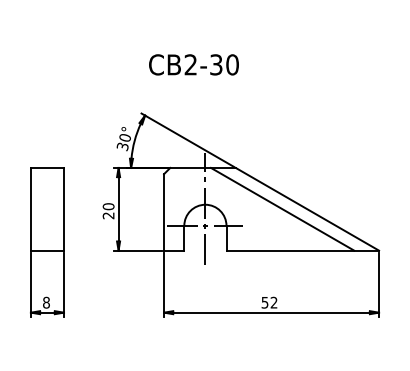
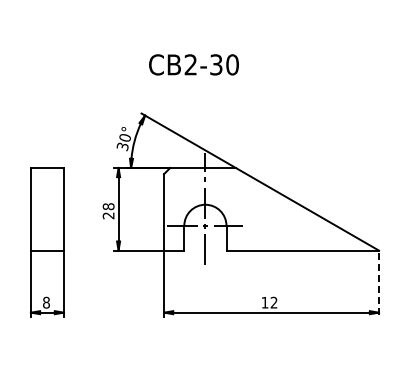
text at (108, 206): 20 -> 28
line at (282, 208): present -> none
line at (379, 285): solid -> dashed
text at (264, 302): 52 -> 12
